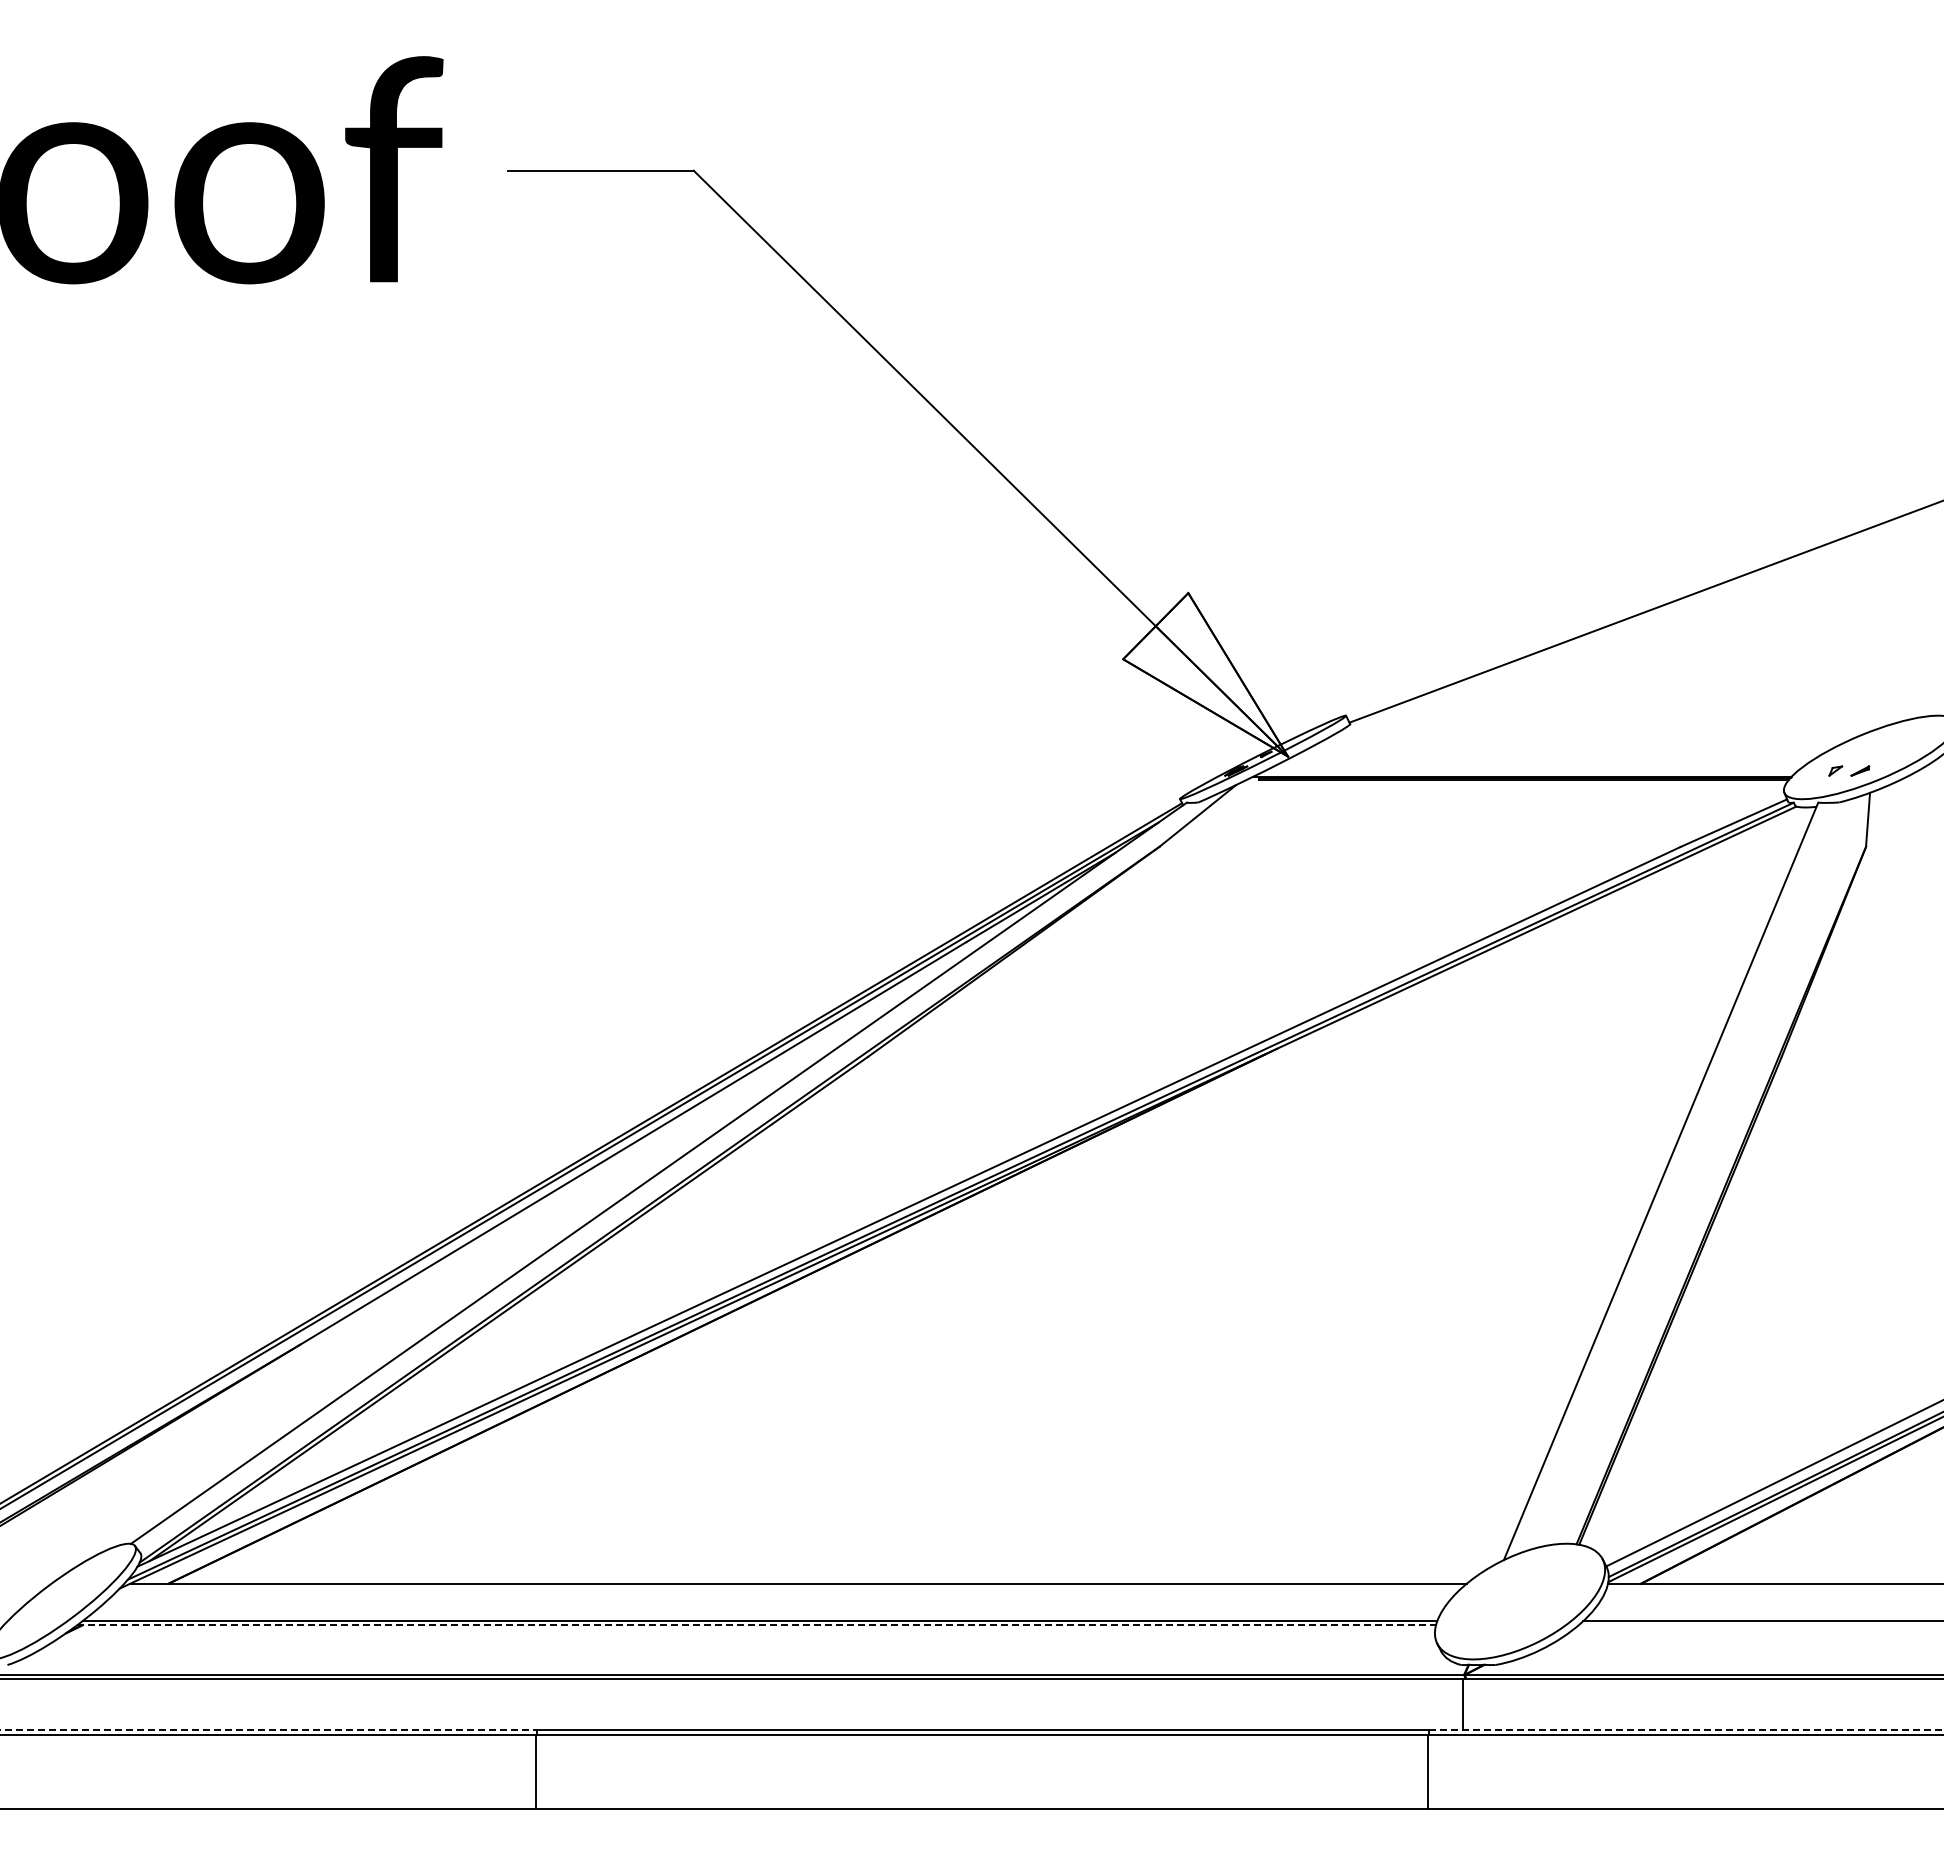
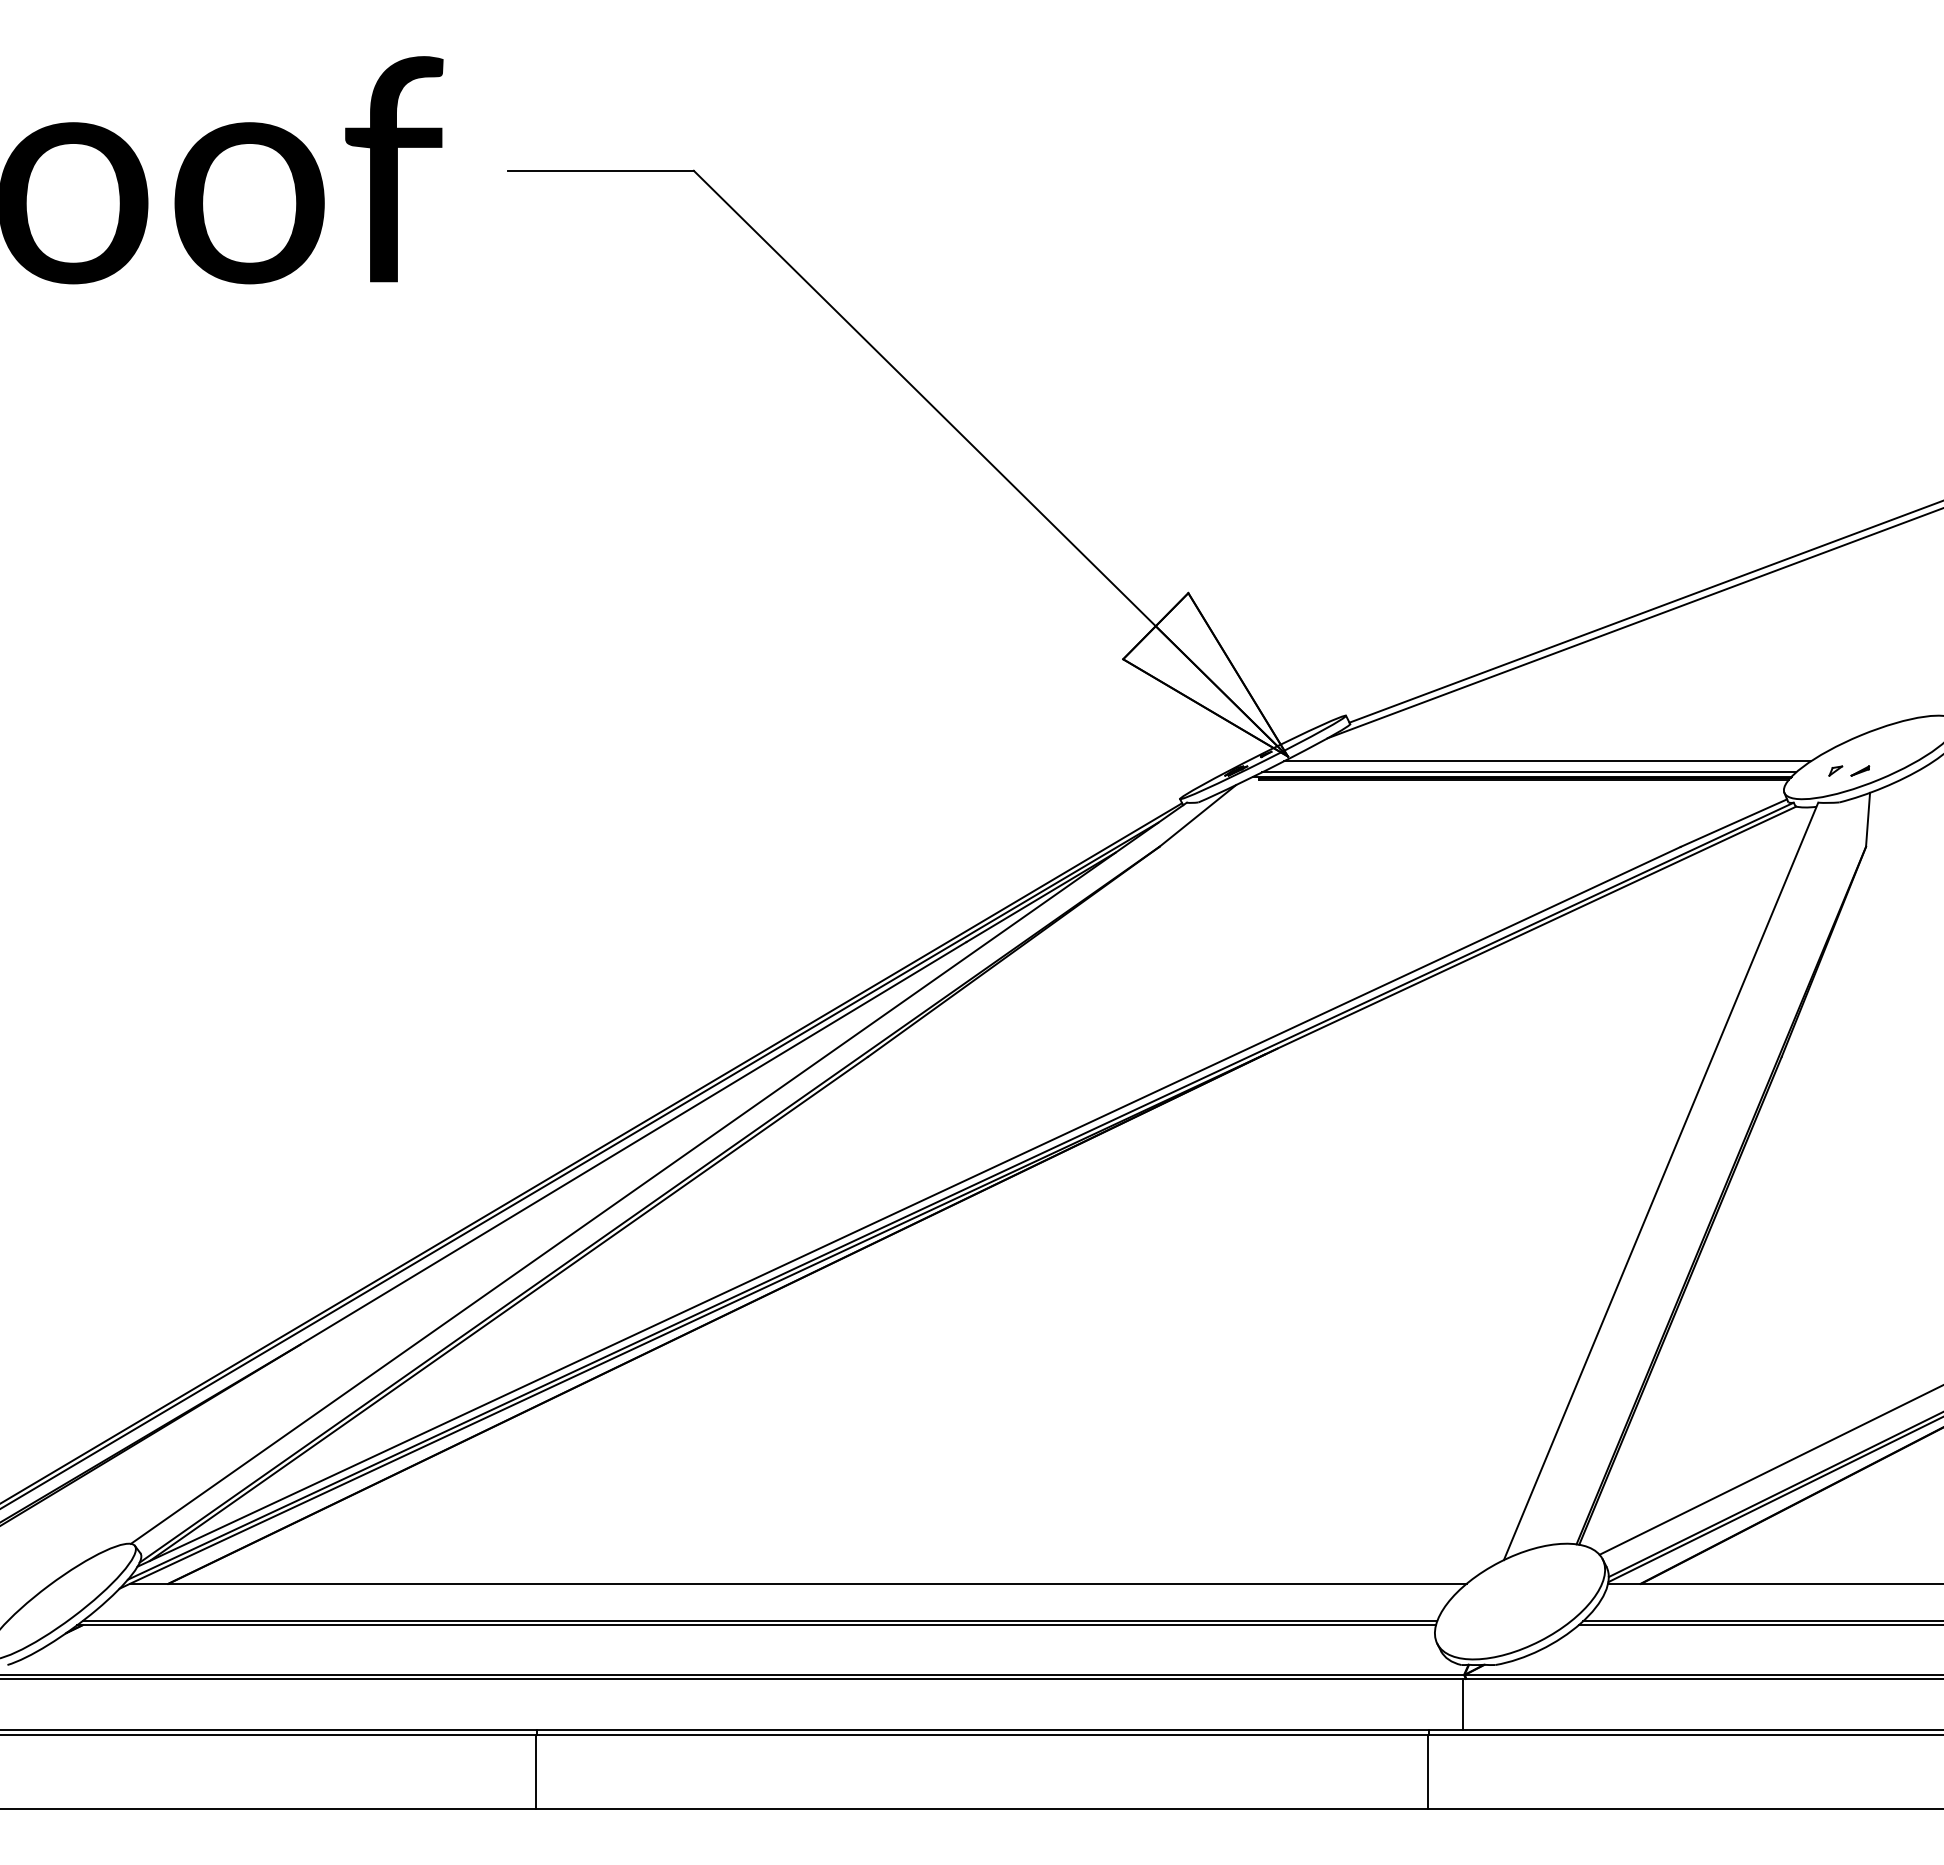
line at (1633, 623): none -> present
line at (1546, 761): none -> present
line at (1528, 772): none -> present
line at (1772, 1483) position: (1772, 1483) -> (1769, 1470)
line at (757, 1625): dashed -> solid
line at (1759, 1625): none -> present
line at (269, 1729): dashed -> solid
line at (1686, 1729): dashed -> solid
